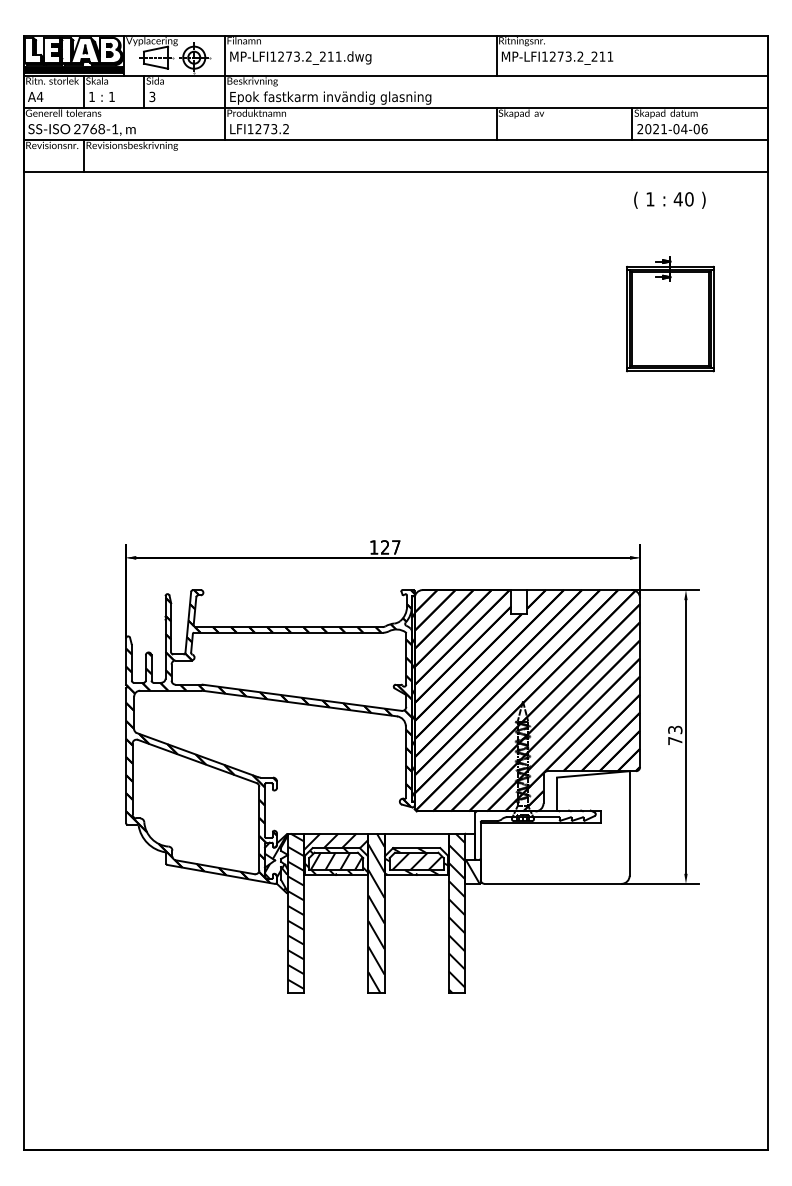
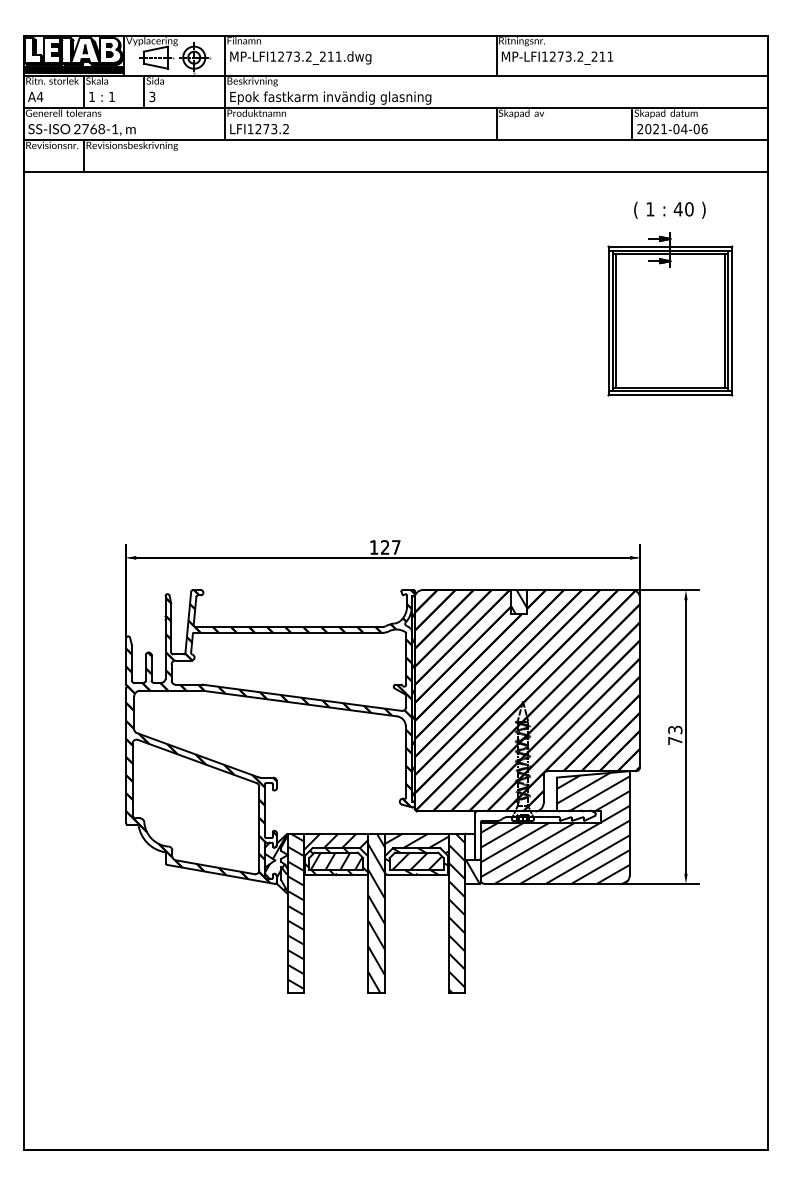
text at (669, 199) position: (669, 199) -> (669, 209)
part at (670, 314) size: 89x117 px -> 127x165 px
hatch at (519, 602): none -> present
hatch at (554, 827): none -> present
hatch at (416, 853): none -> present
